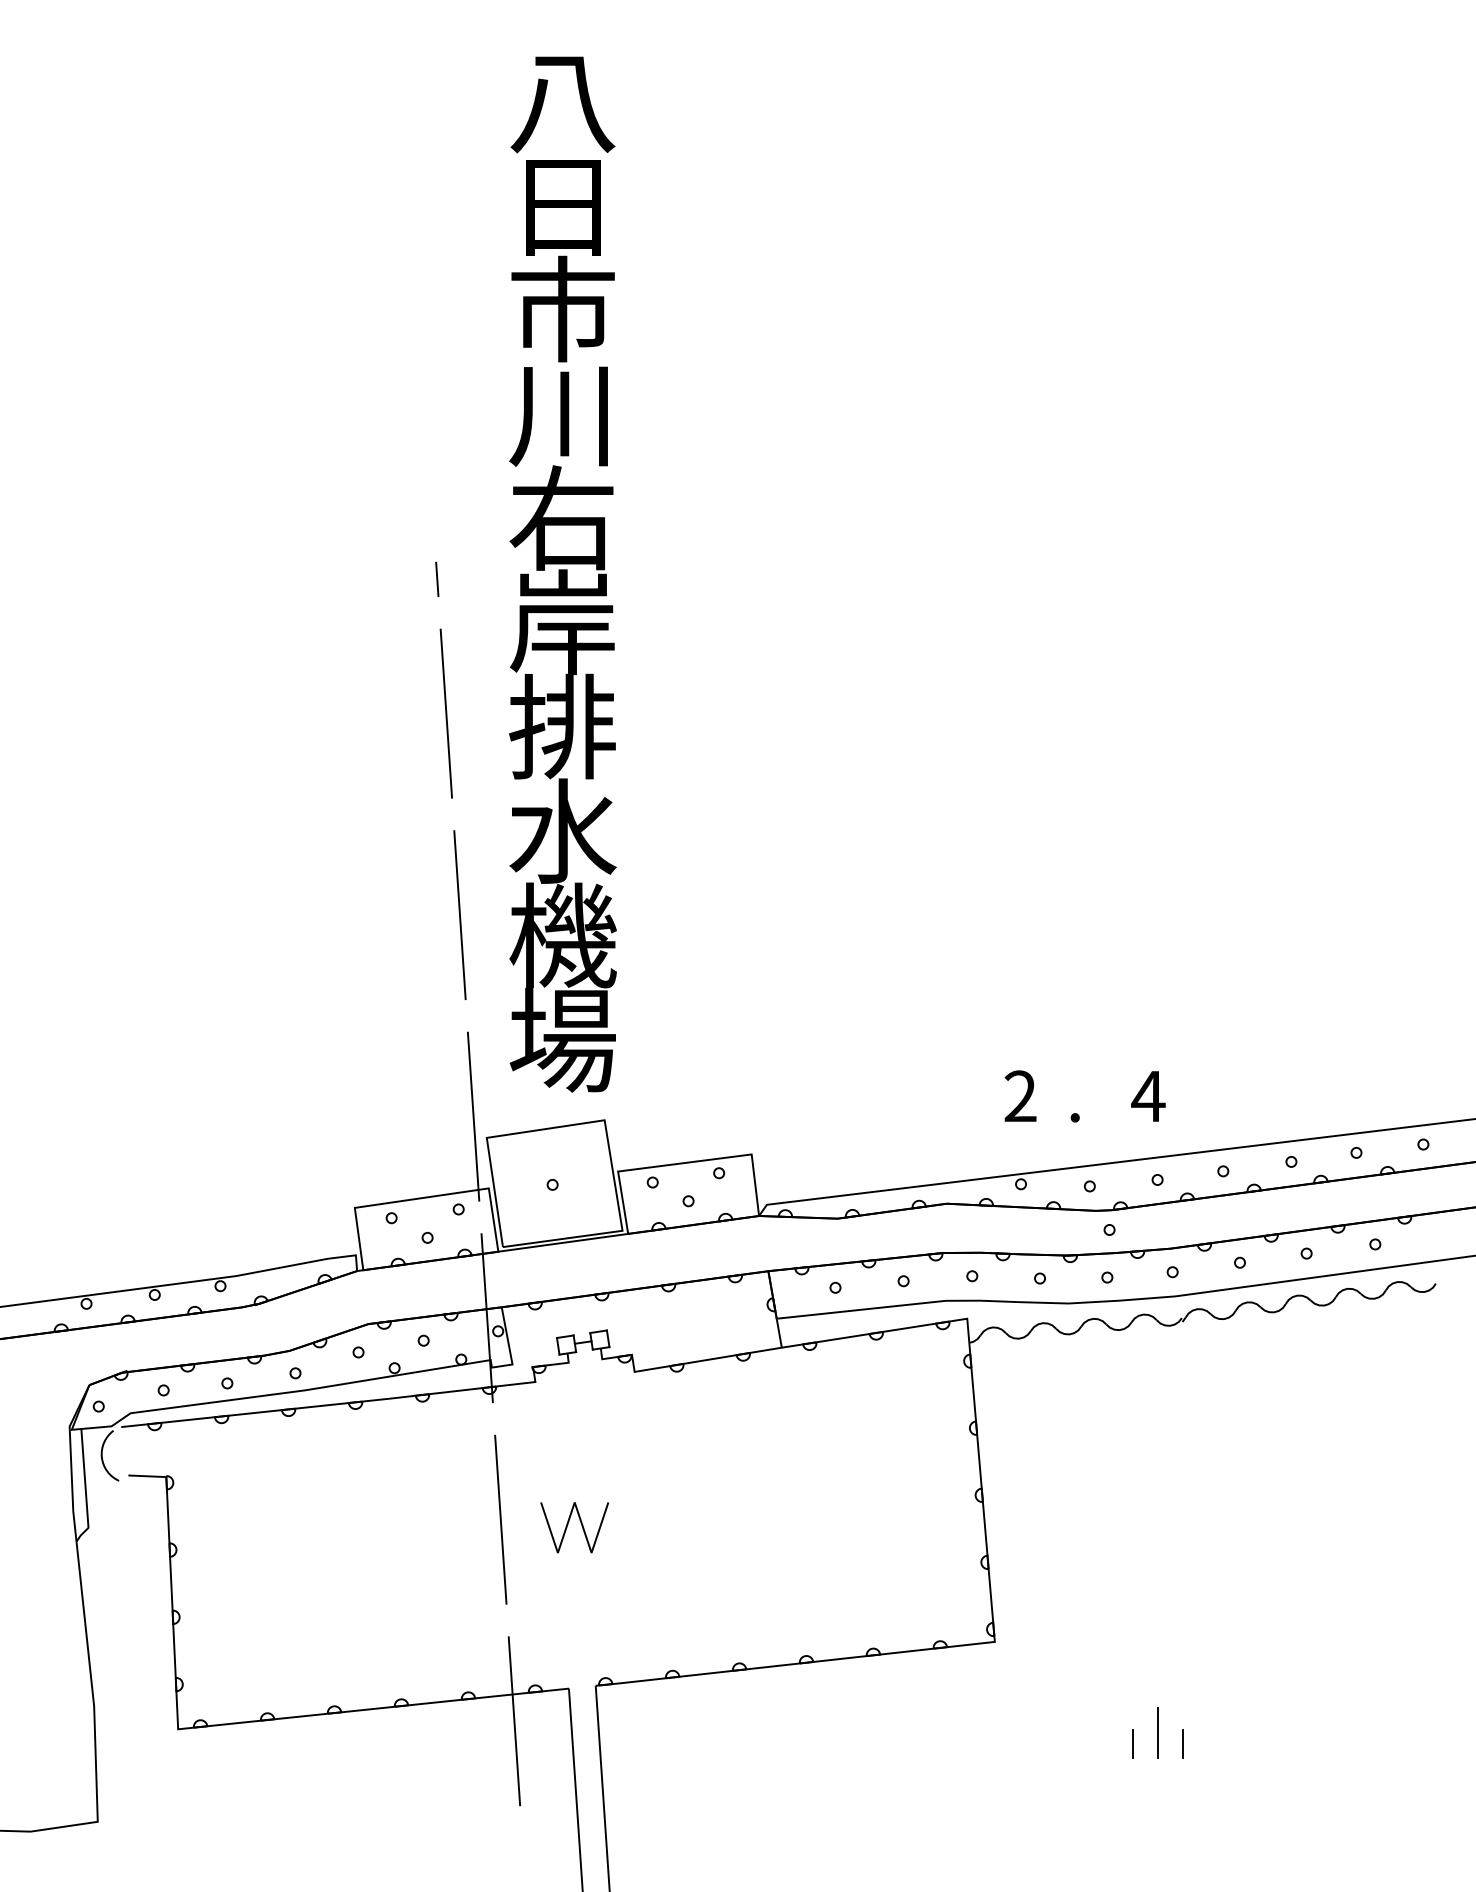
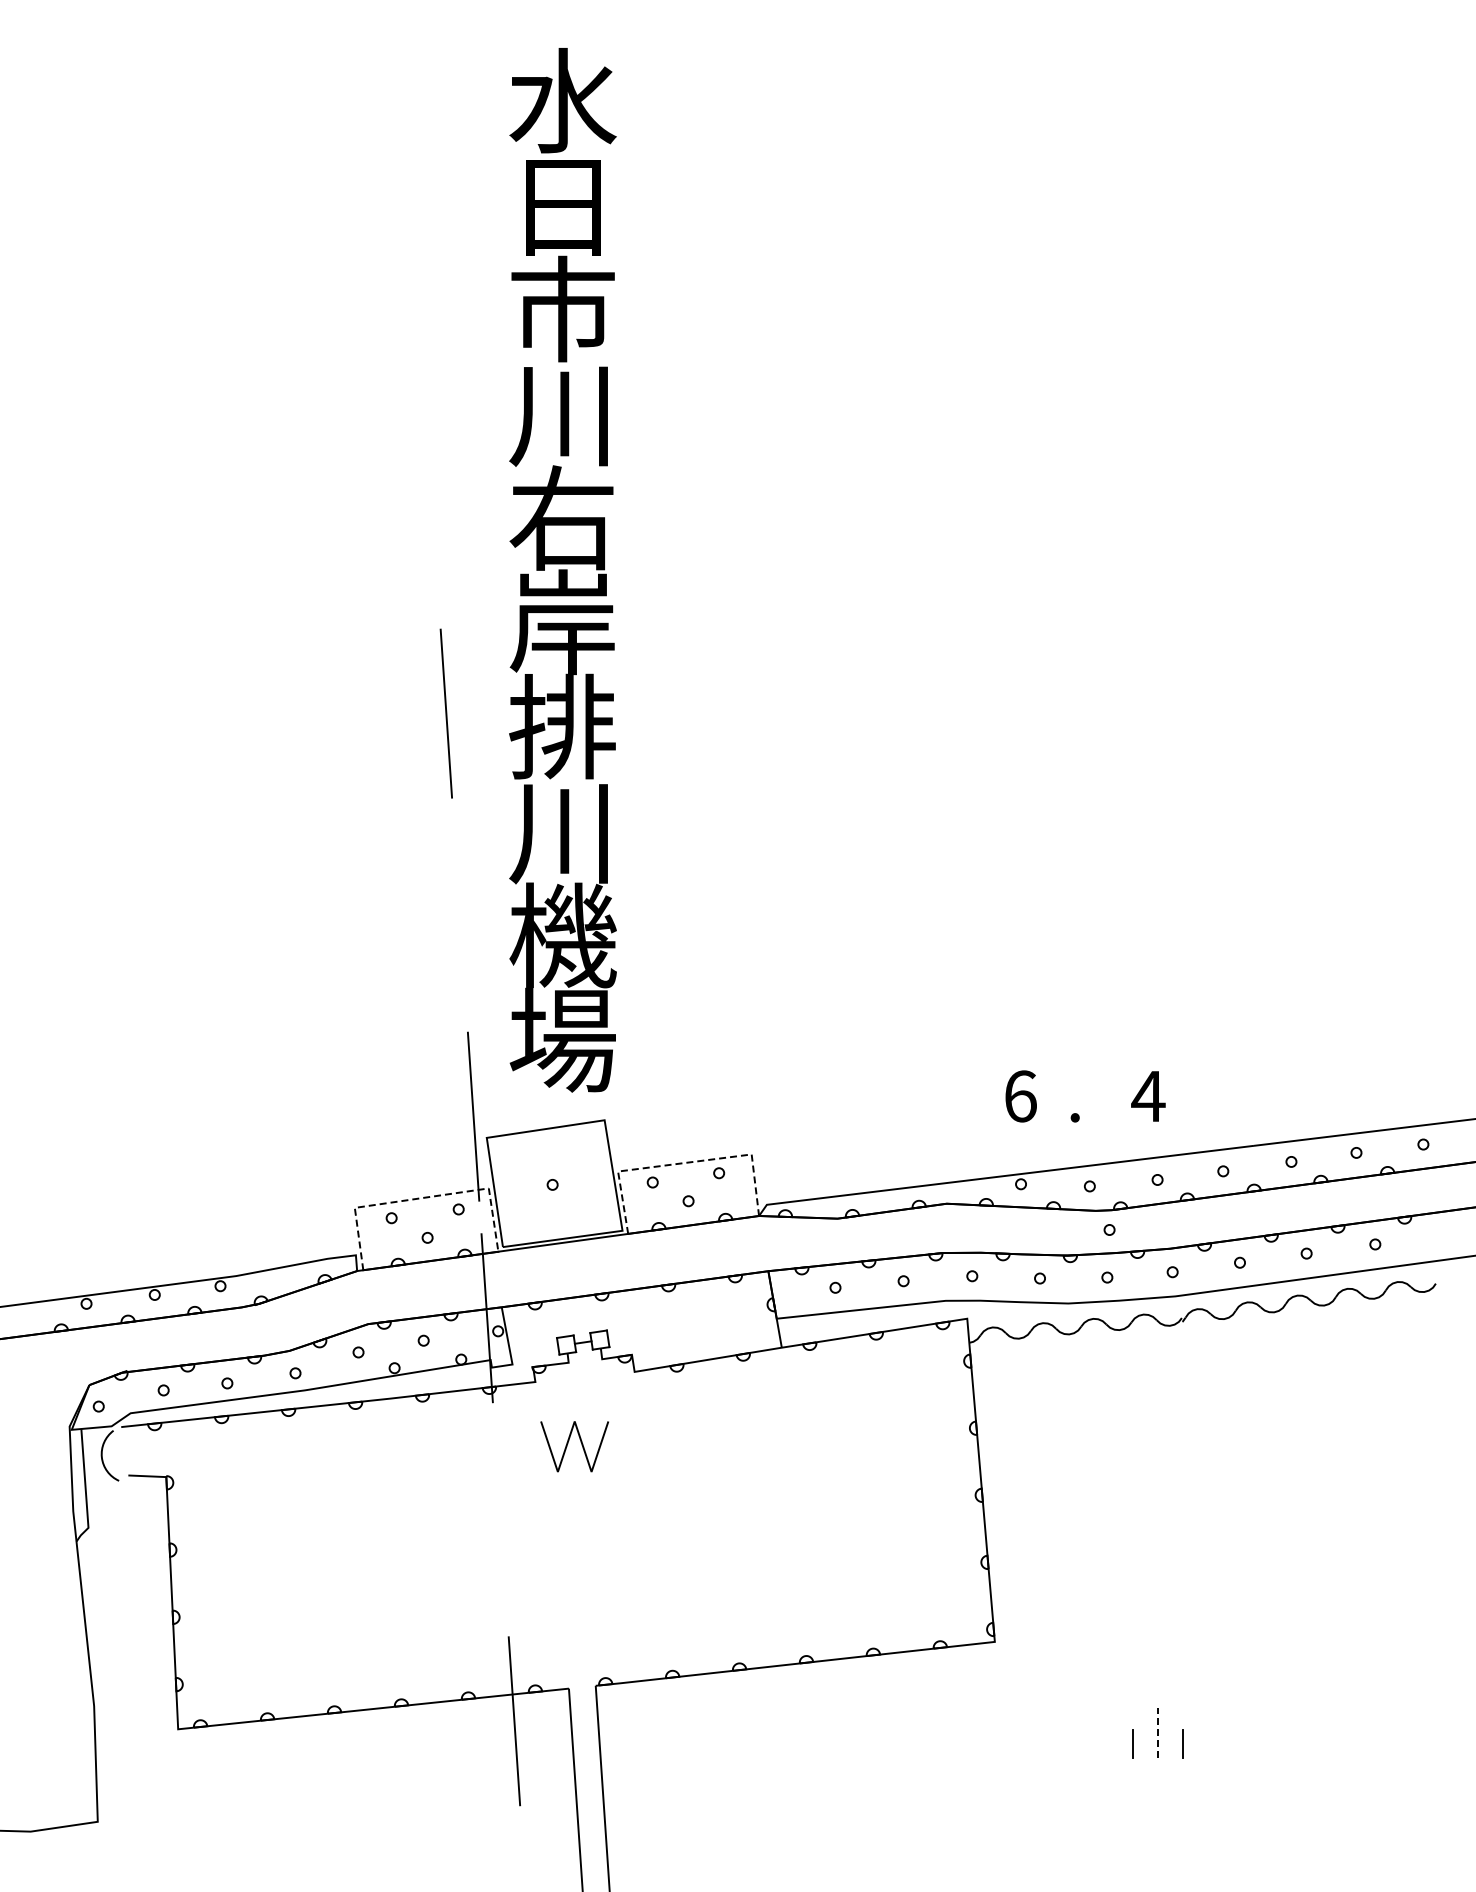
text at (562, 100): 八 -> 水
line at (437, 579): present -> none
text at (562, 831): 水 -> 川
line at (459, 914): present -> none
text at (1020, 1096): 2 -> 6
line at (684, 1163): solid -> dashed
line at (422, 1198): solid -> dashed
line at (500, 1519): present -> none
line at (568, 1524) position: (568, 1524) -> (568, 1443)
line at (1157, 1732): solid -> dashed
